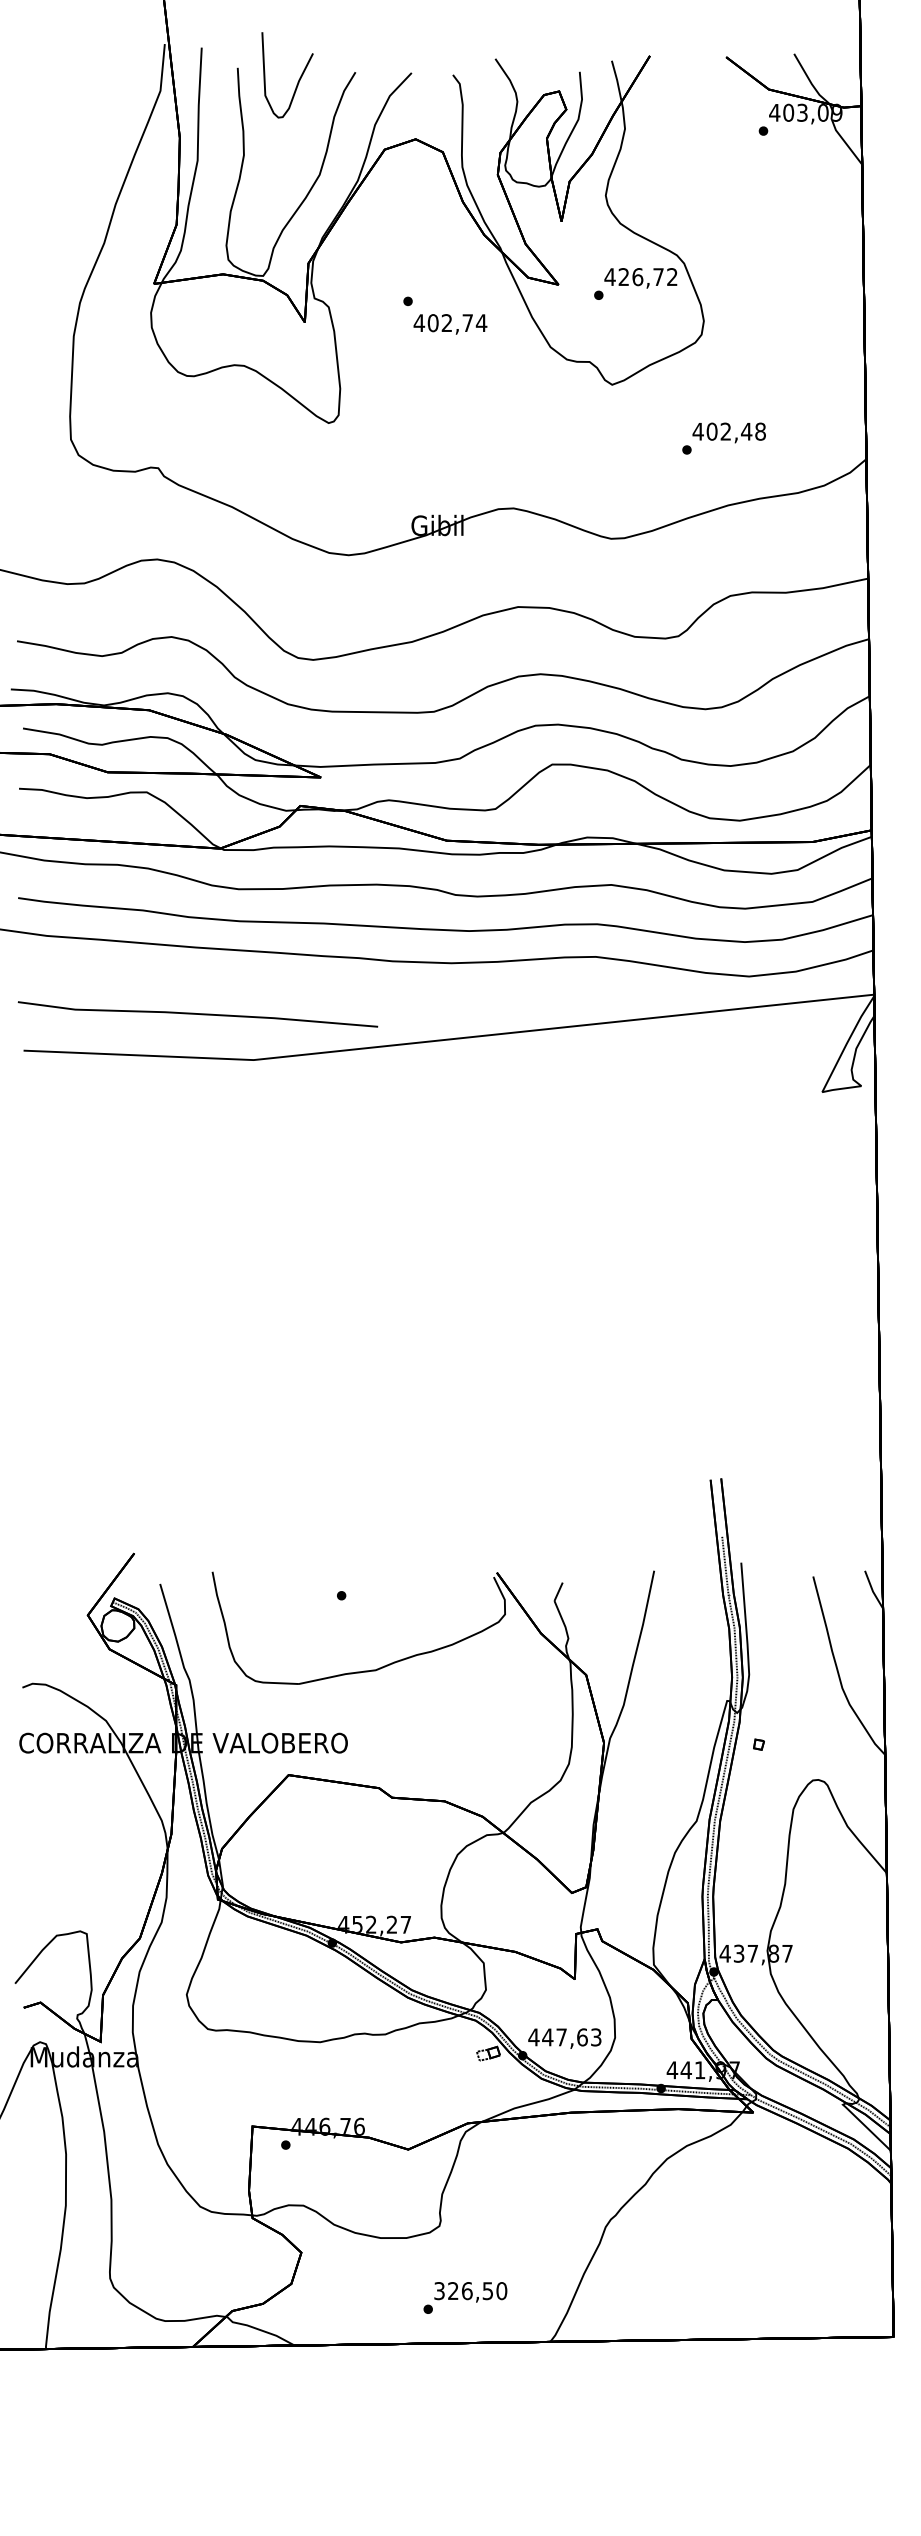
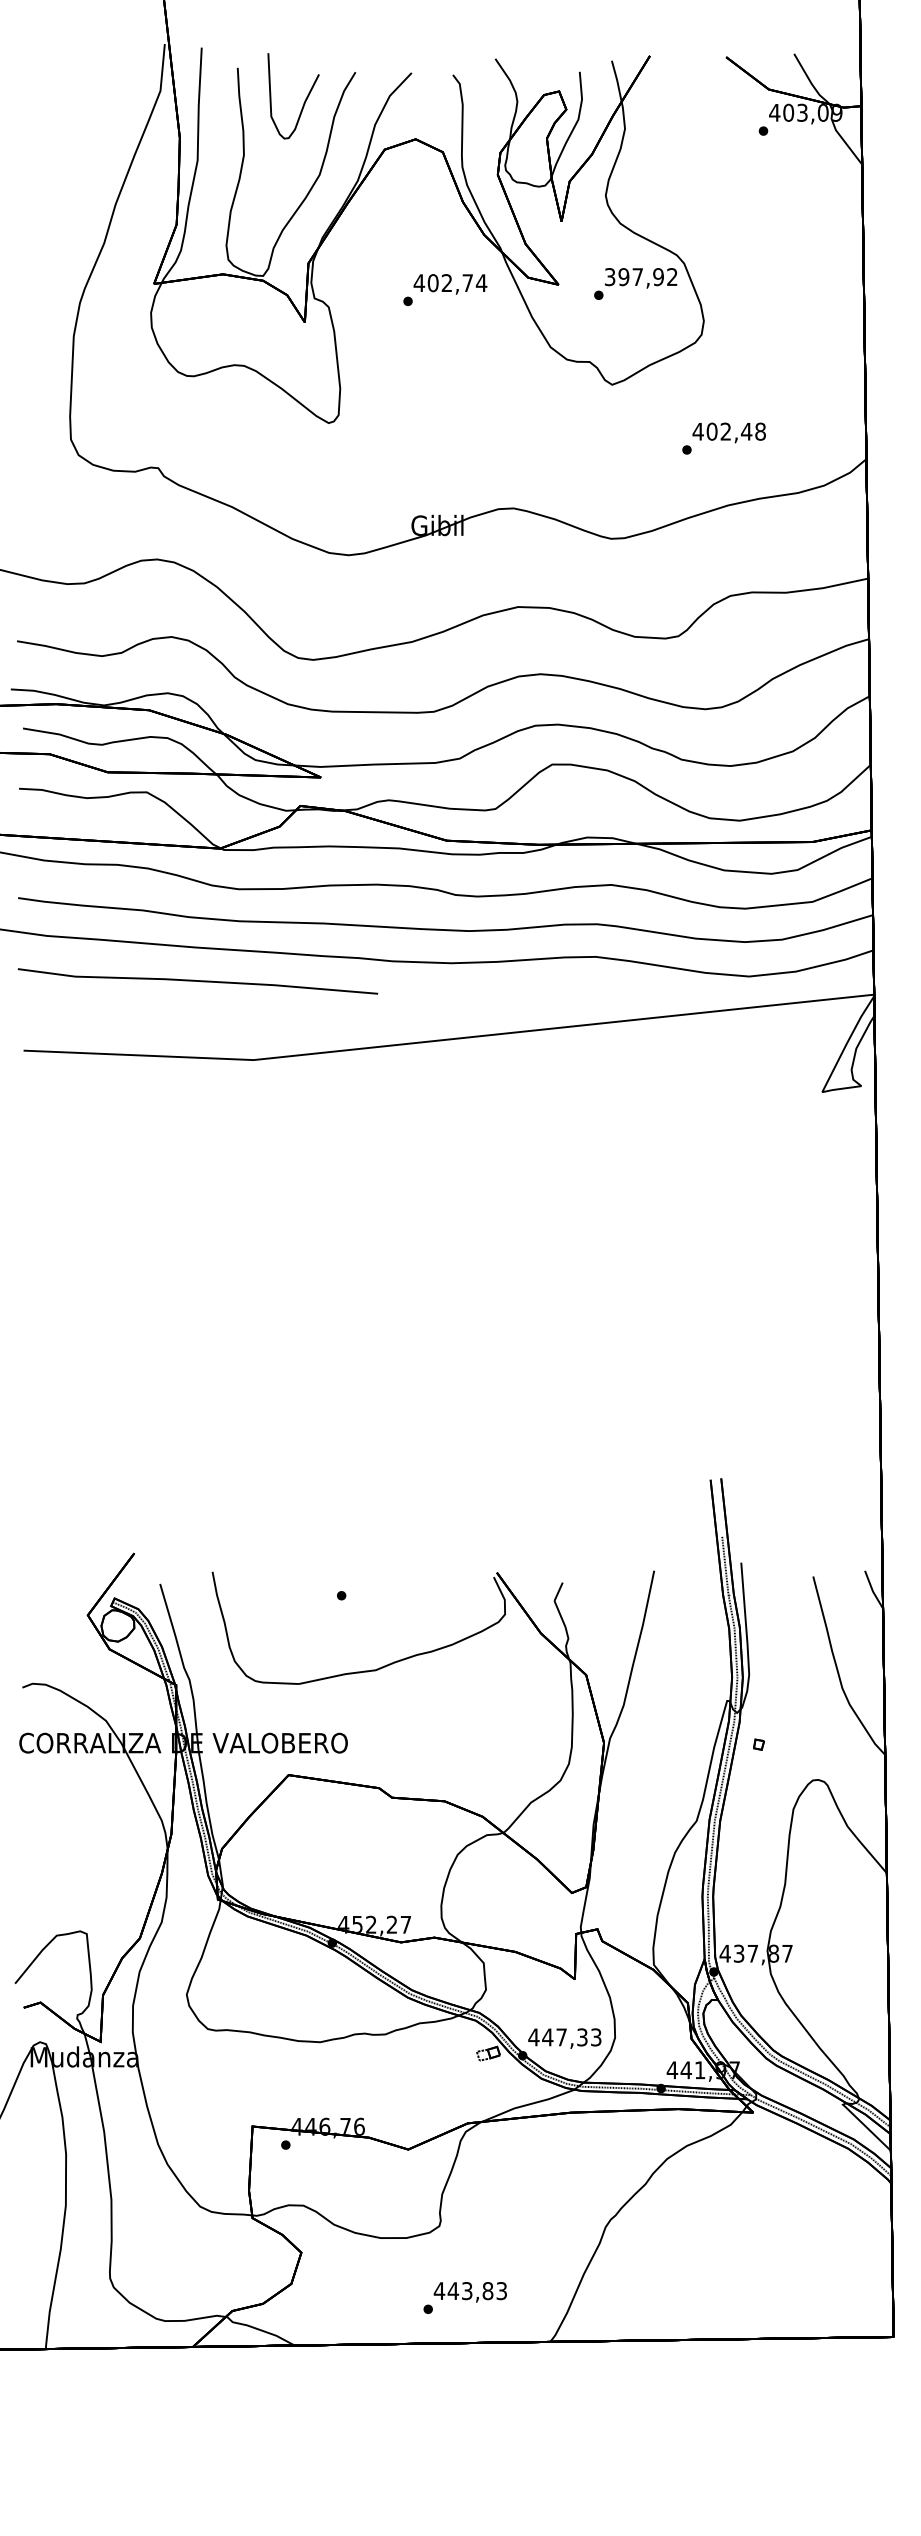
part at (298, 79) position: (298, 79) -> (304, 100)
text at (633, 277): 426,72 -> 397,92
text at (450, 324) position: (450, 324) -> (450, 284)
line at (197, 1014) position: (197, 1014) -> (197, 981)
text at (582, 2037): 447,63 -> 447,33
text at (470, 2291): 326,50 -> 443,83
